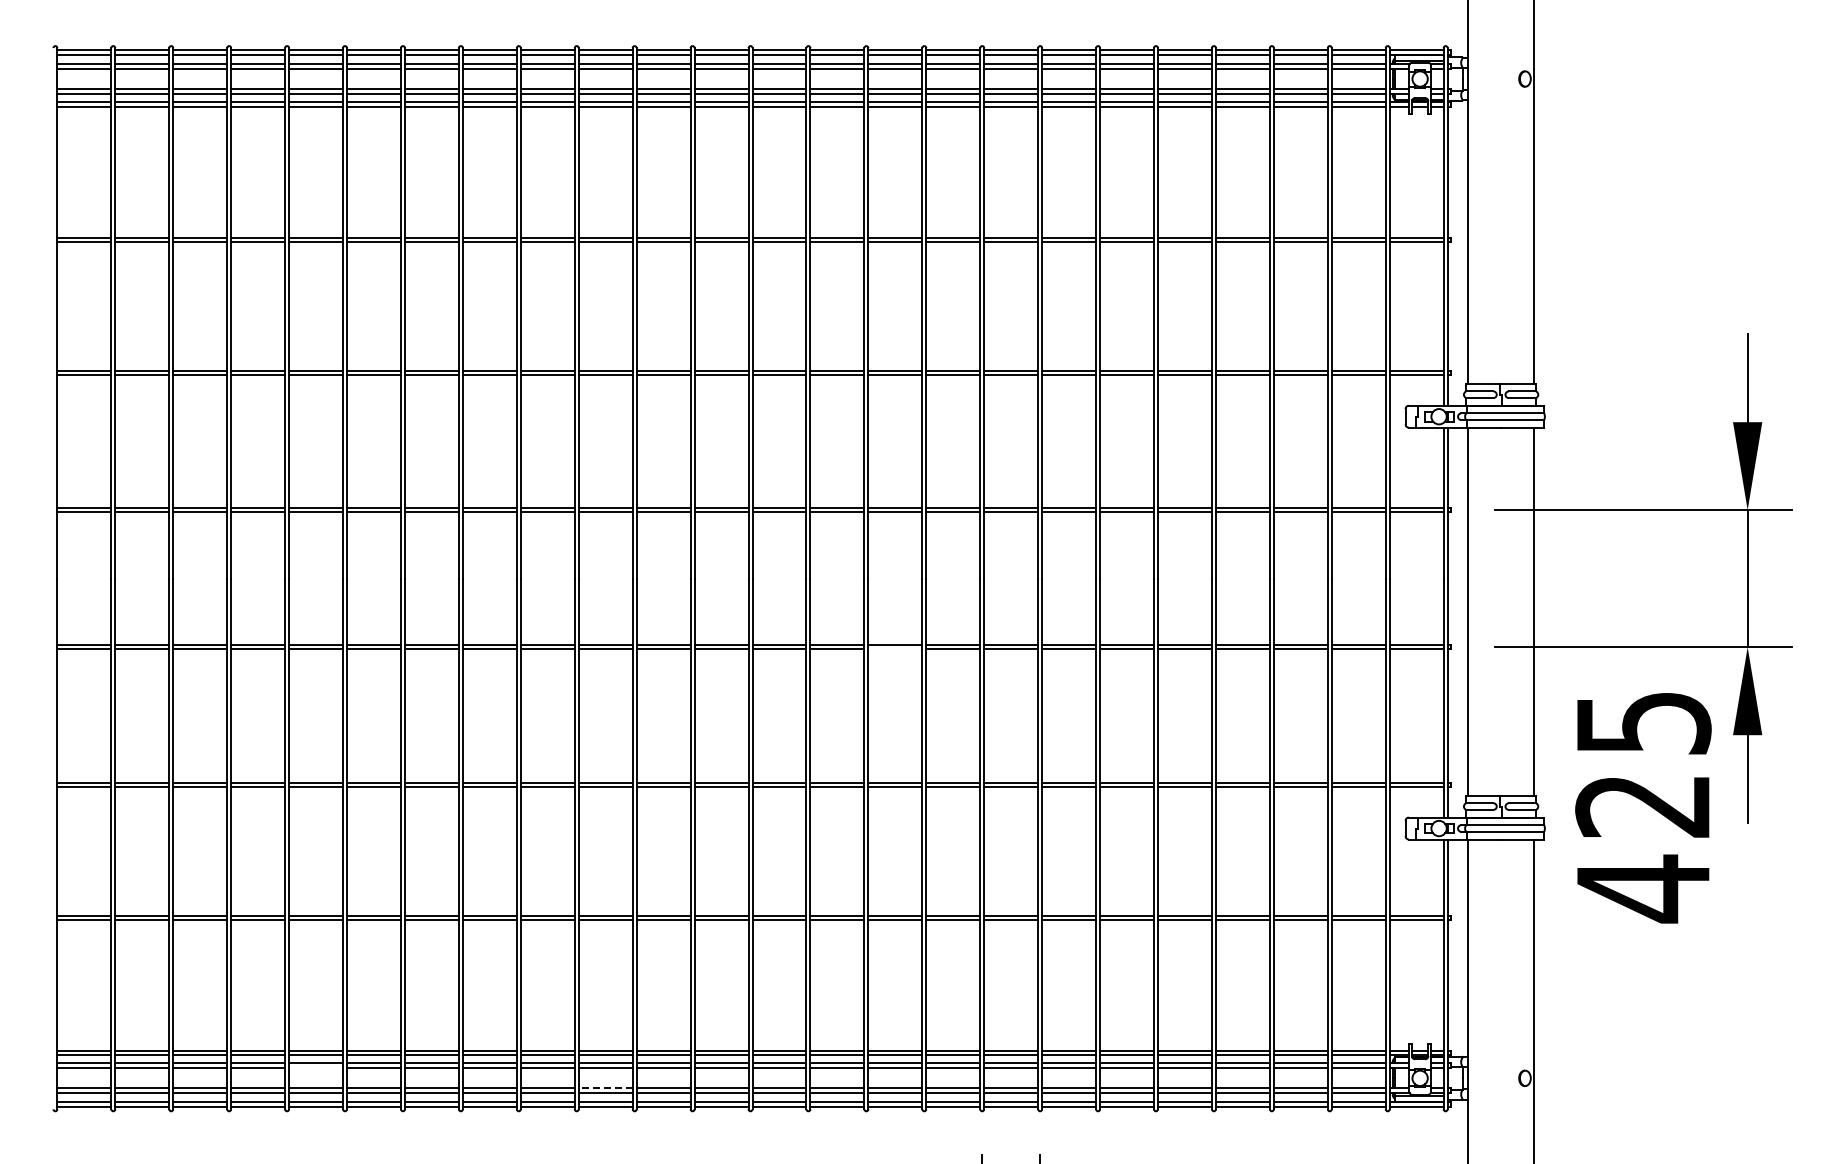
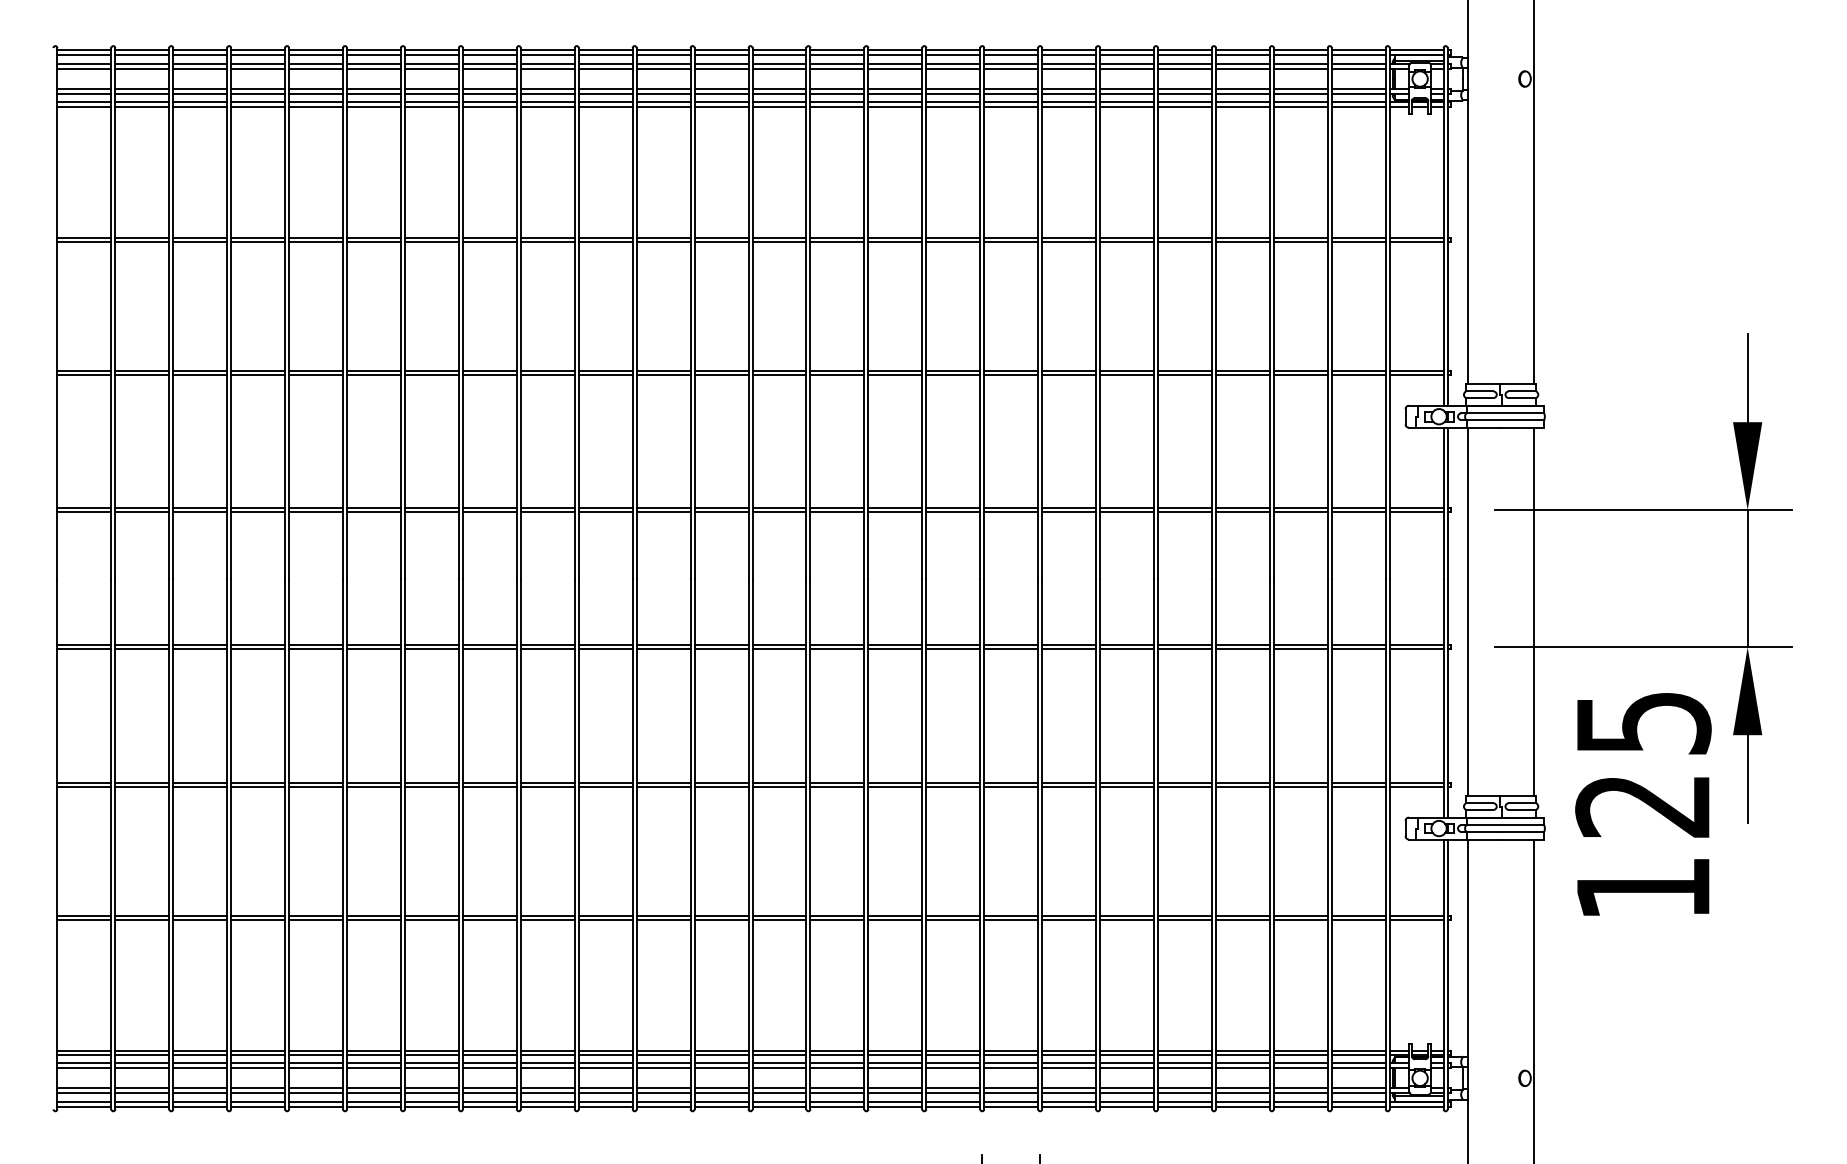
line at (895, 649): none -> present
text at (1643, 888): 425 -> 125
line at (316, 1068): none -> present
line at (605, 1088): dashed -> solid
